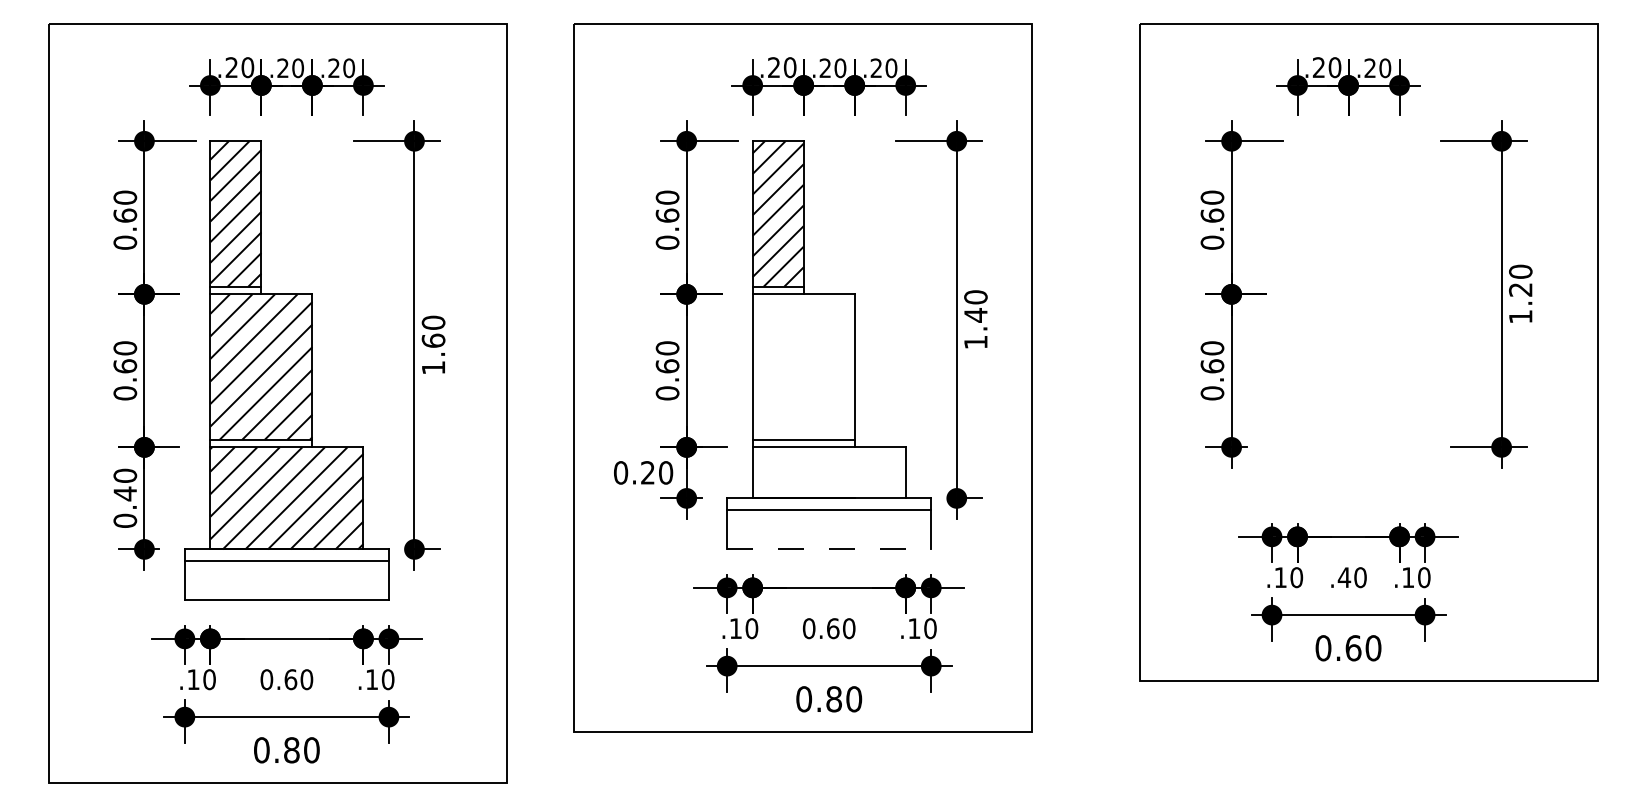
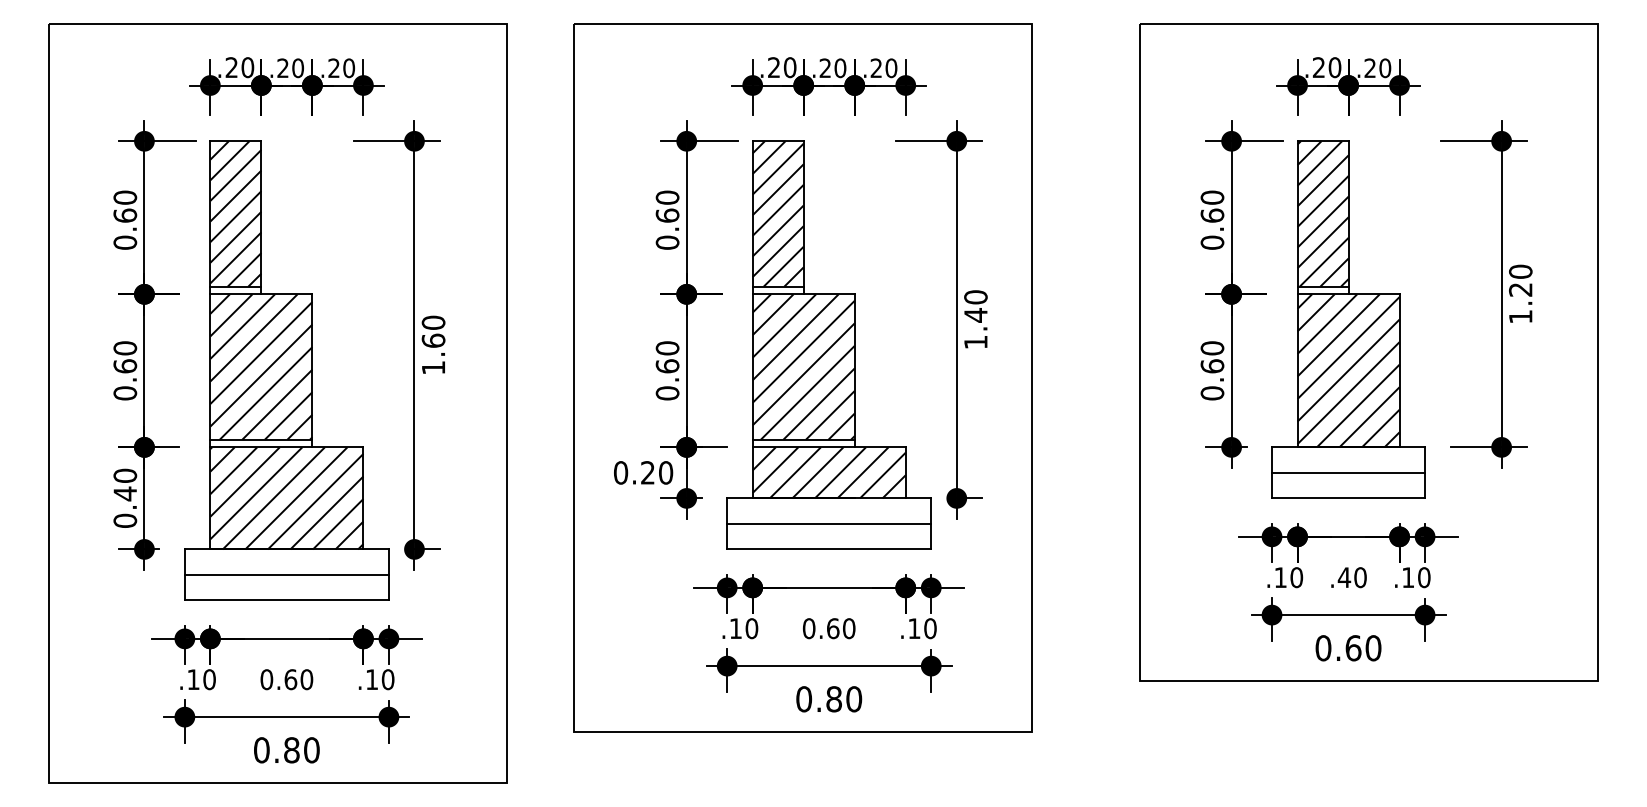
part at (1348, 319): none -> present
hatch at (803, 366): none -> present
hatch at (828, 472): none -> present
line at (829, 509) position: (829, 509) -> (829, 523)
line at (829, 549): dashed -> solid
line at (286, 560) position: (286, 560) -> (286, 574)
